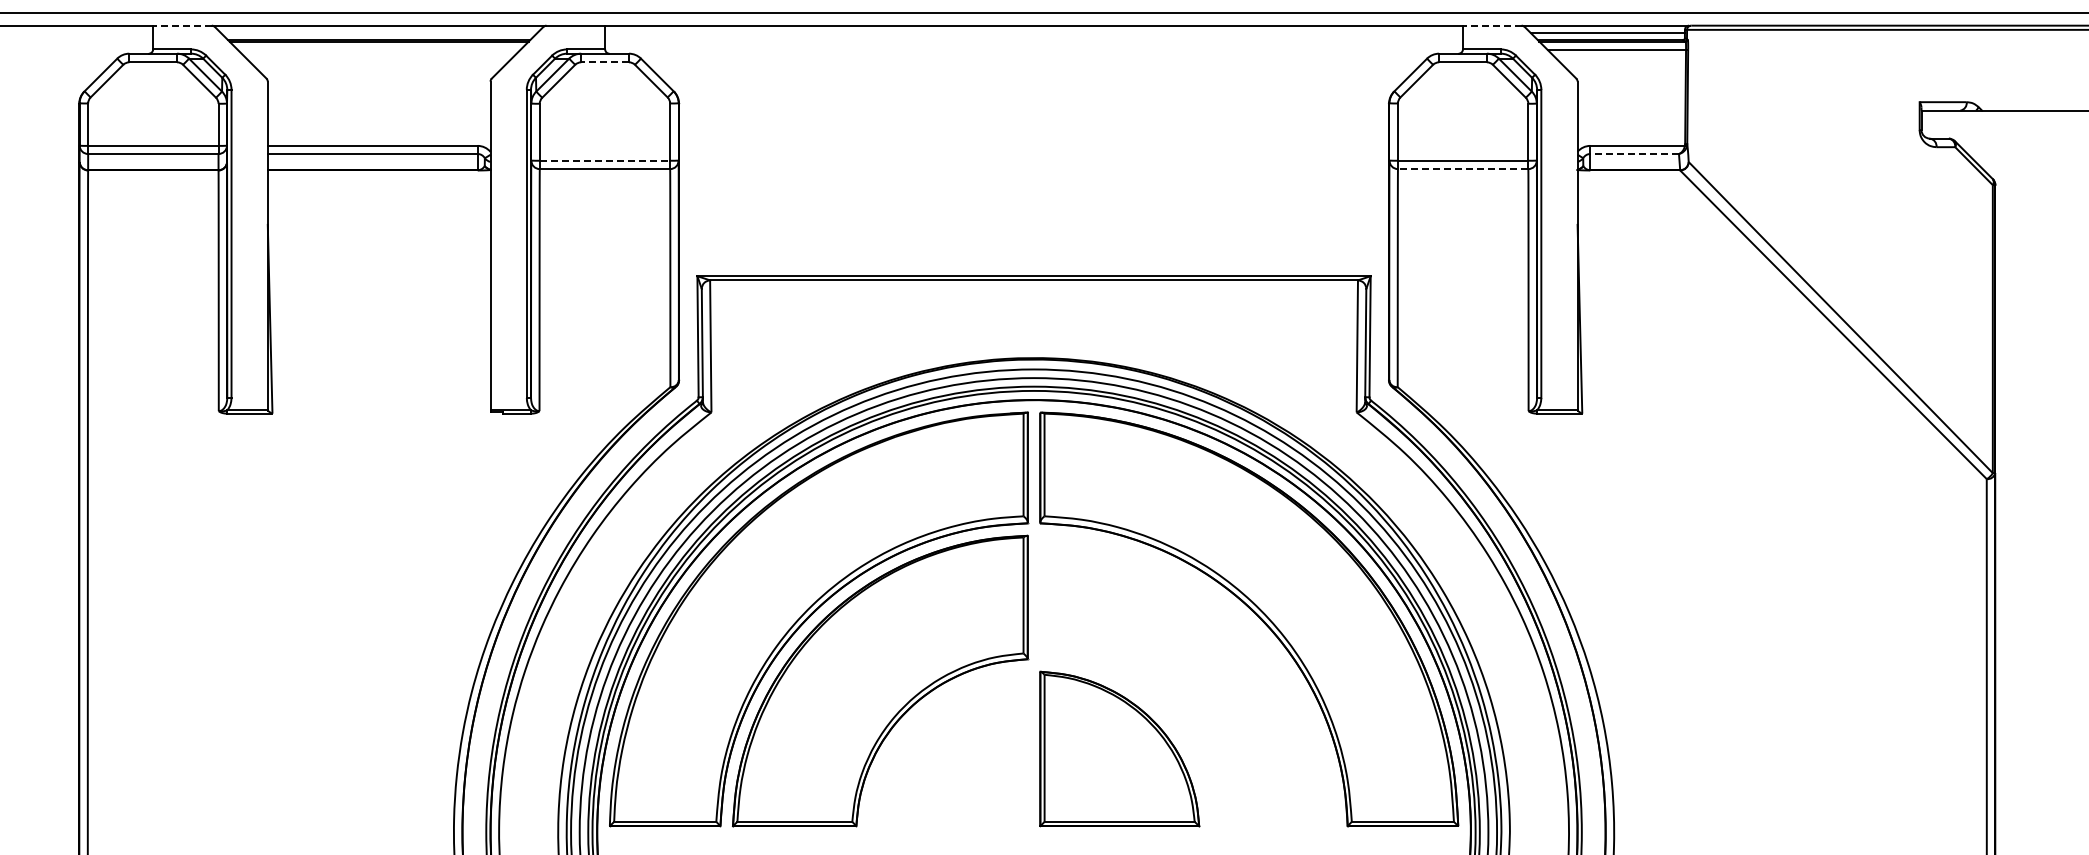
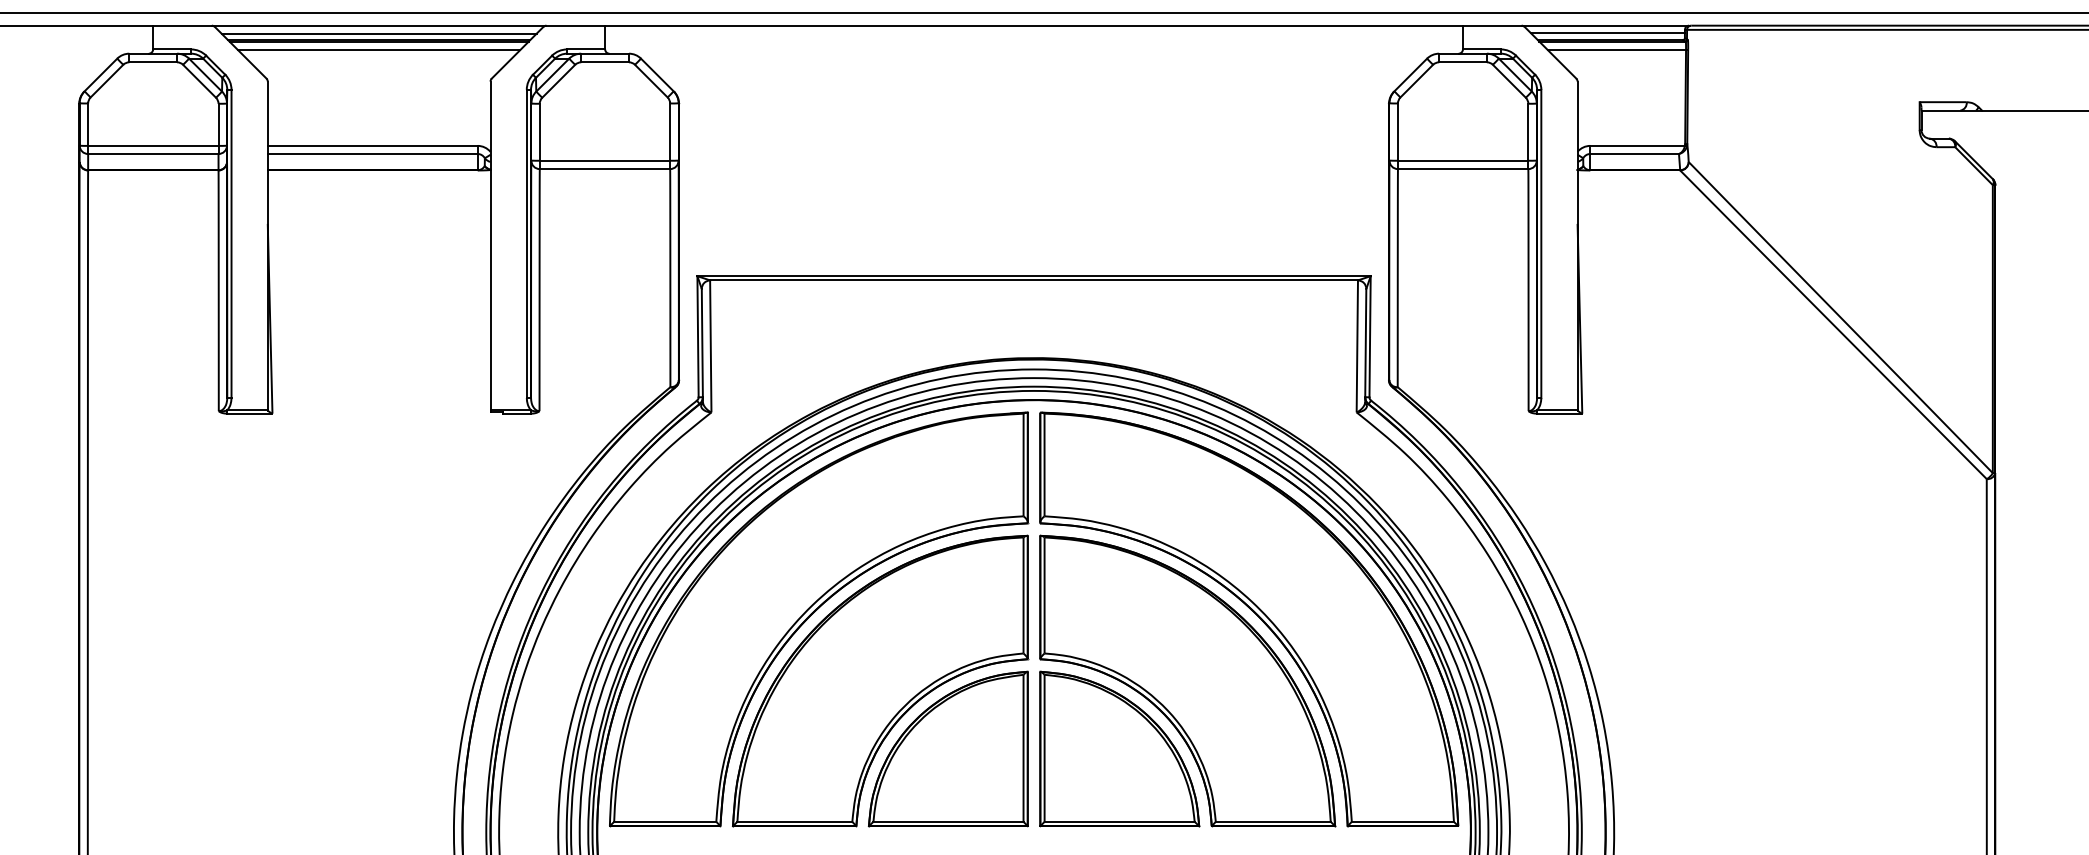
line at (181, 25): dashed -> solid
line at (1491, 25): dashed -> solid
line at (378, 33): none -> present
line at (378, 49): none -> present
line at (605, 62): dashed -> solid
line at (1634, 153): dashed -> solid
line at (605, 160): dashed -> solid
line at (1462, 169): dashed -> solid
part at (1187, 680): none -> present
part at (947, 748): none -> present
